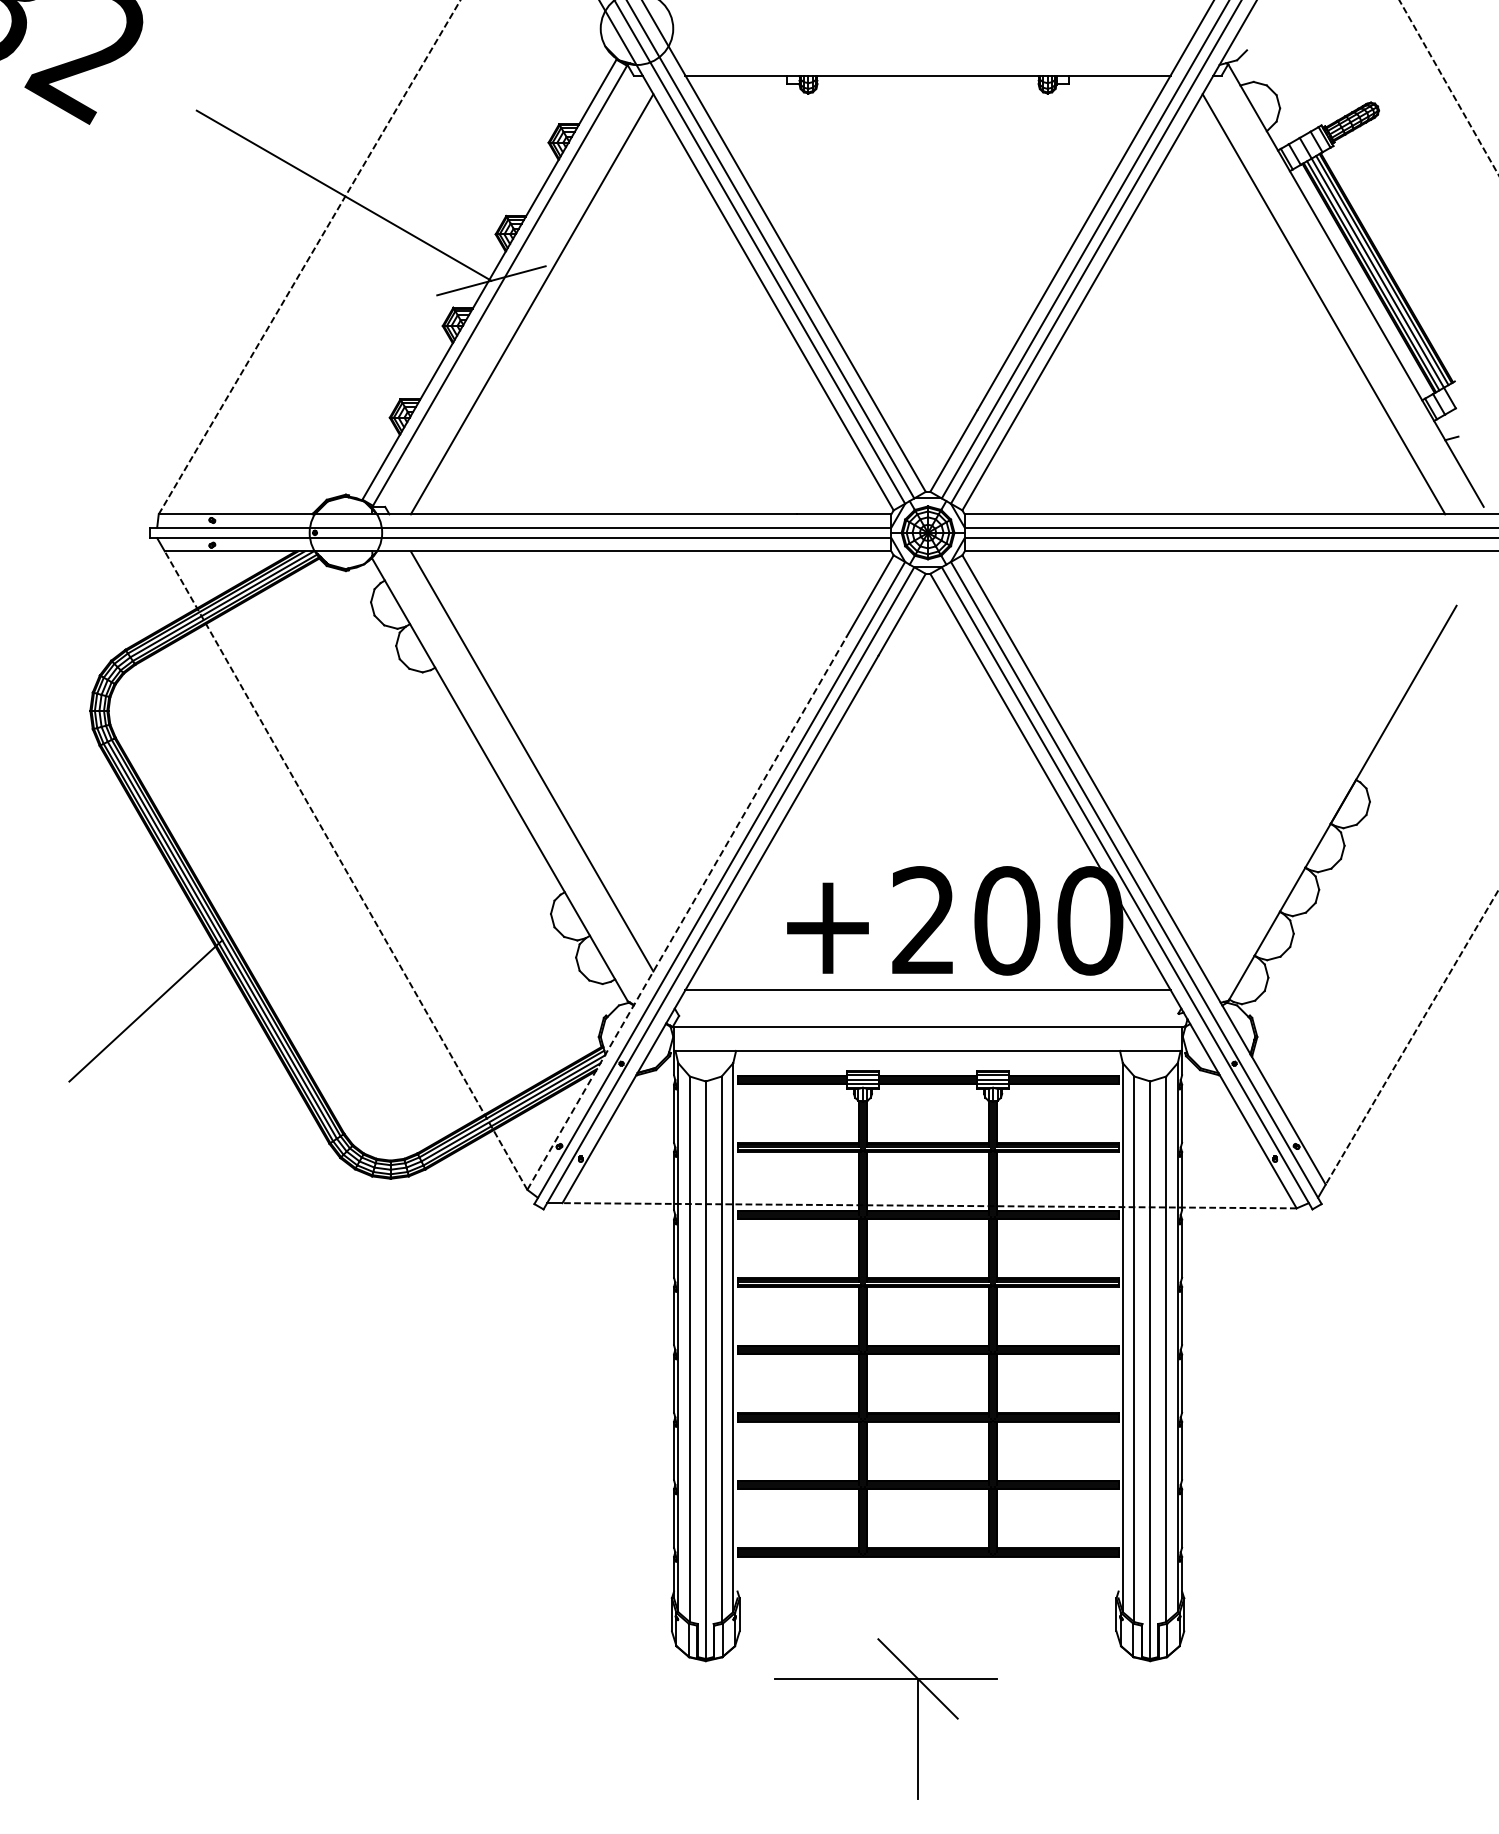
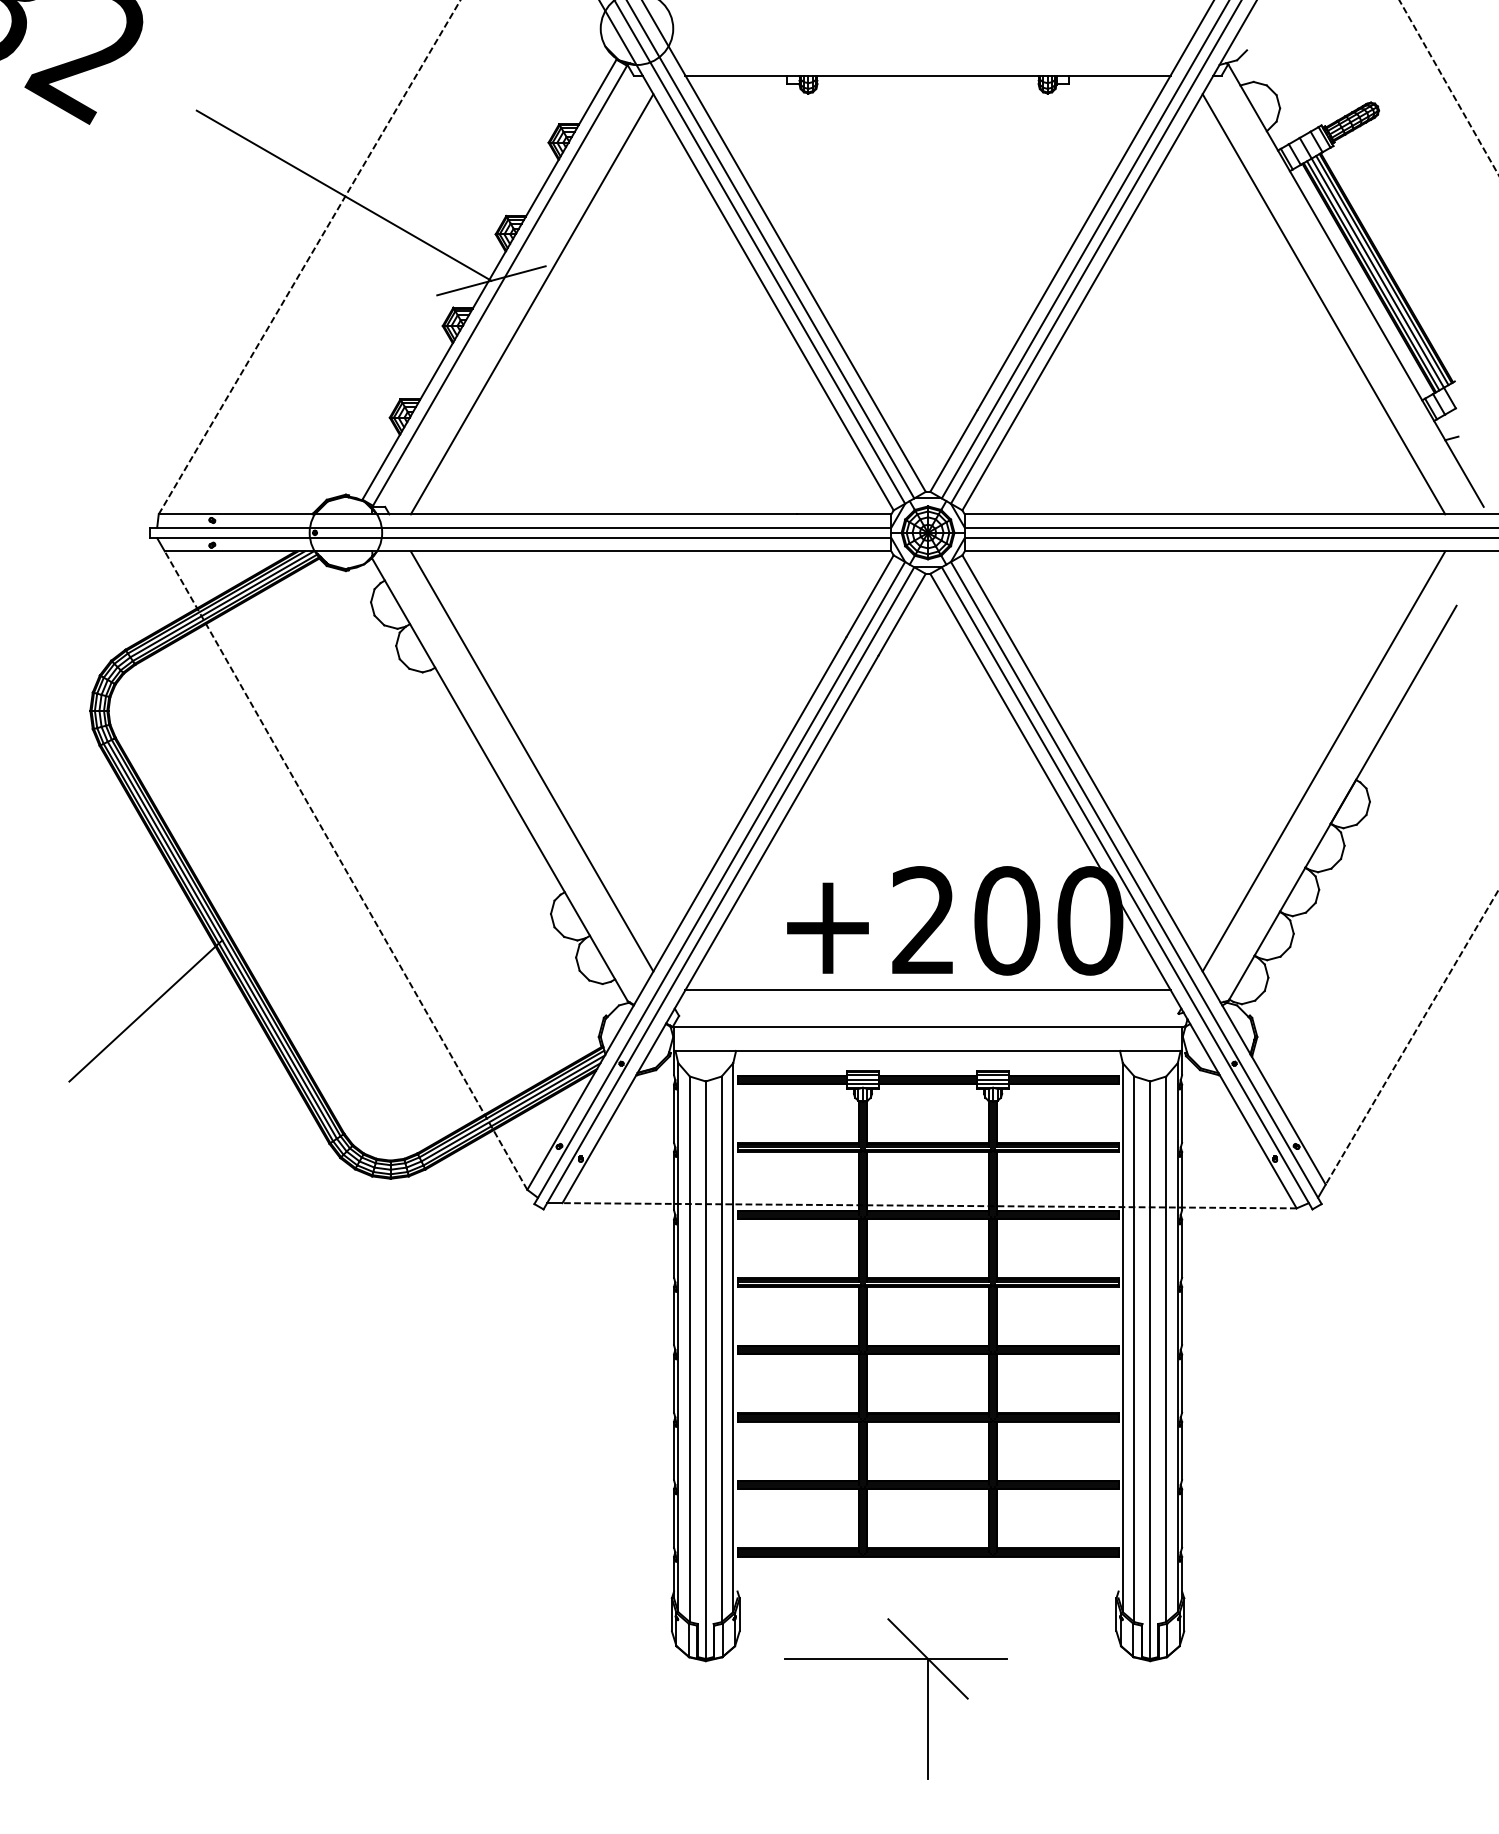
line at (1323, 761): none -> present
line at (687, 913): dashed -> solid
part at (917, 1718) position: (917, 1718) -> (927, 1698)
